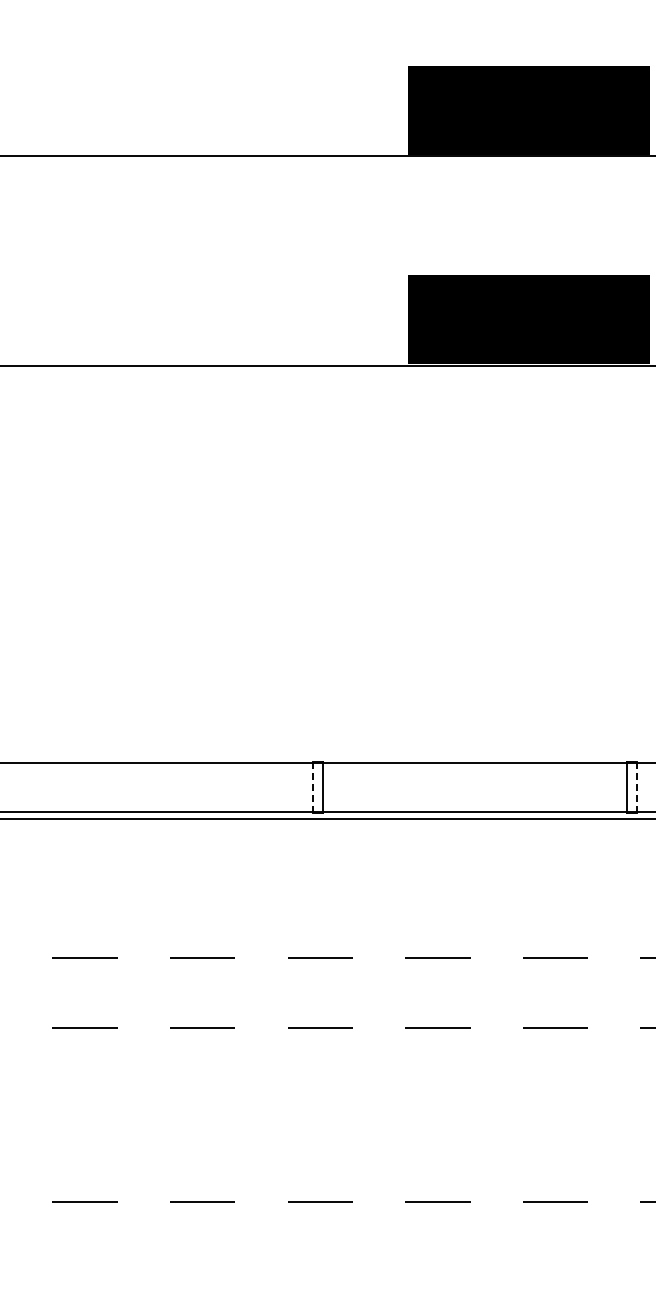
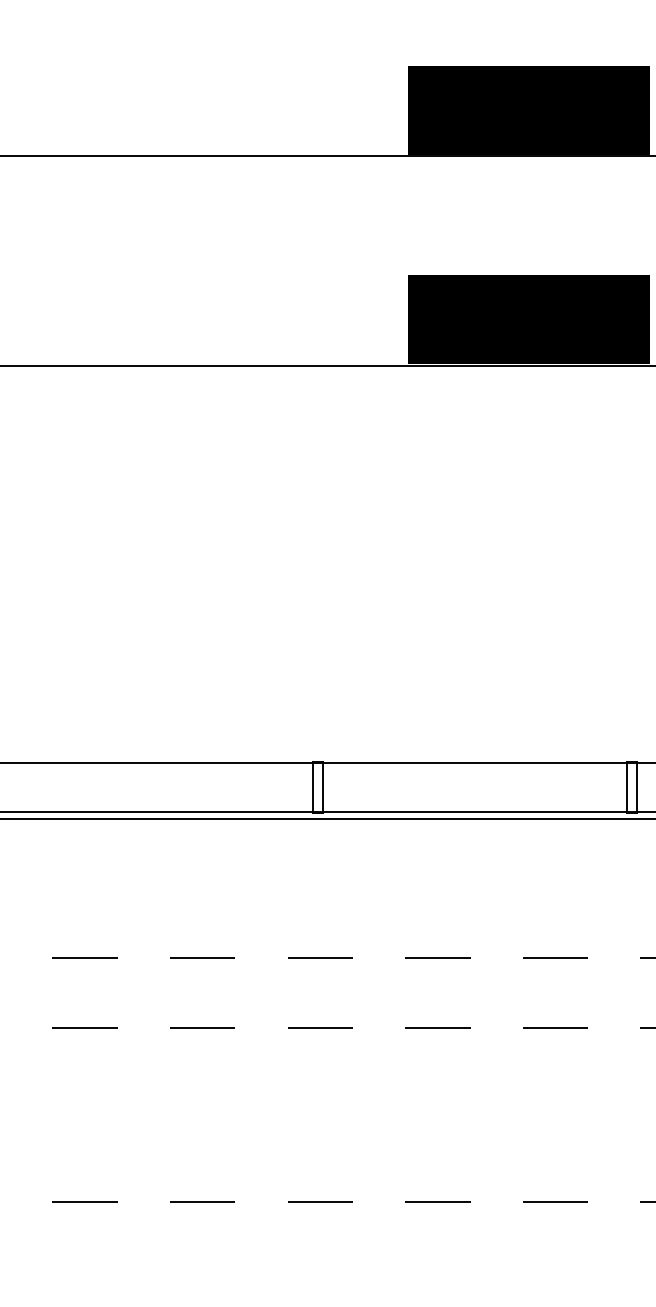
line at (636, 787): dashed -> solid
line at (312, 788): dashed -> solid
